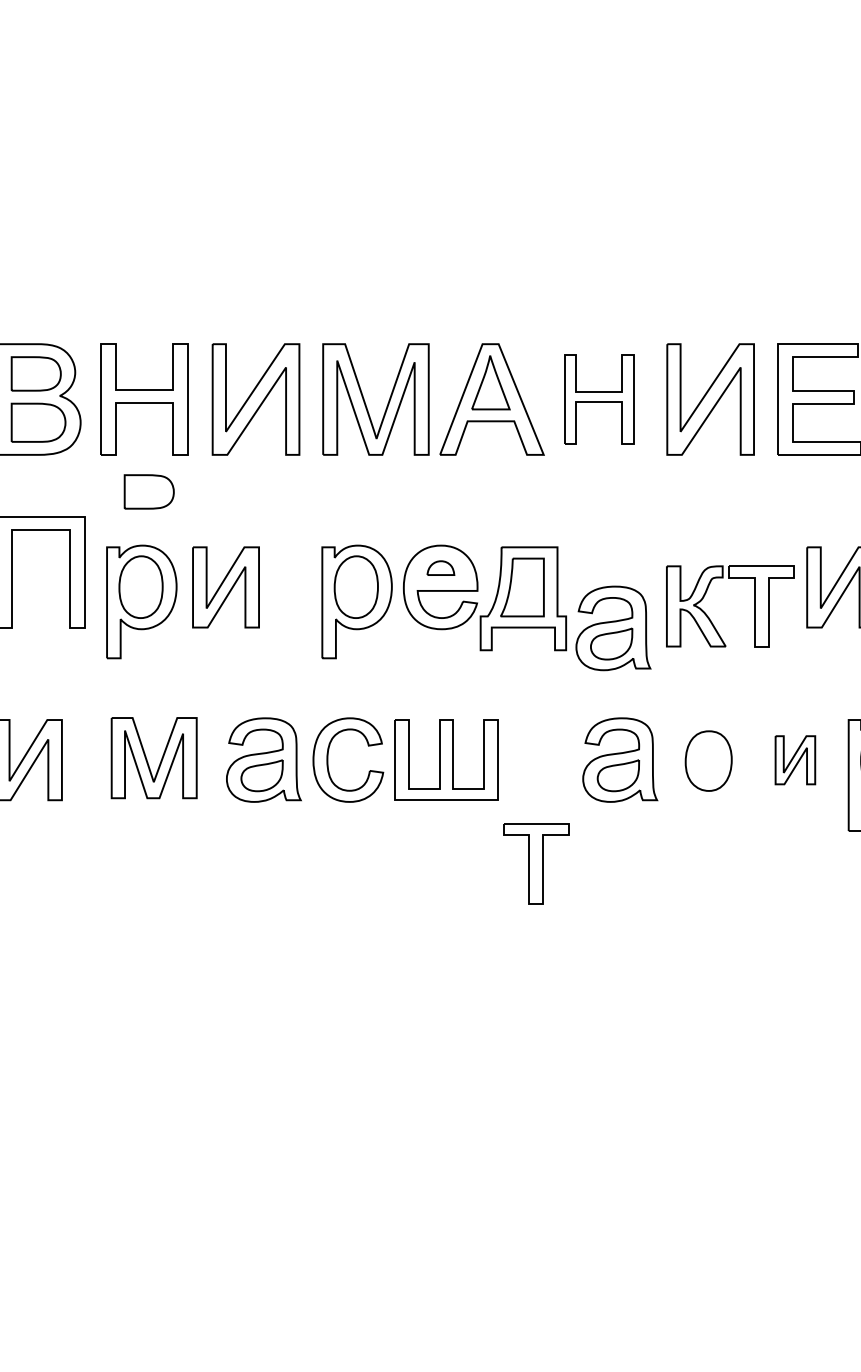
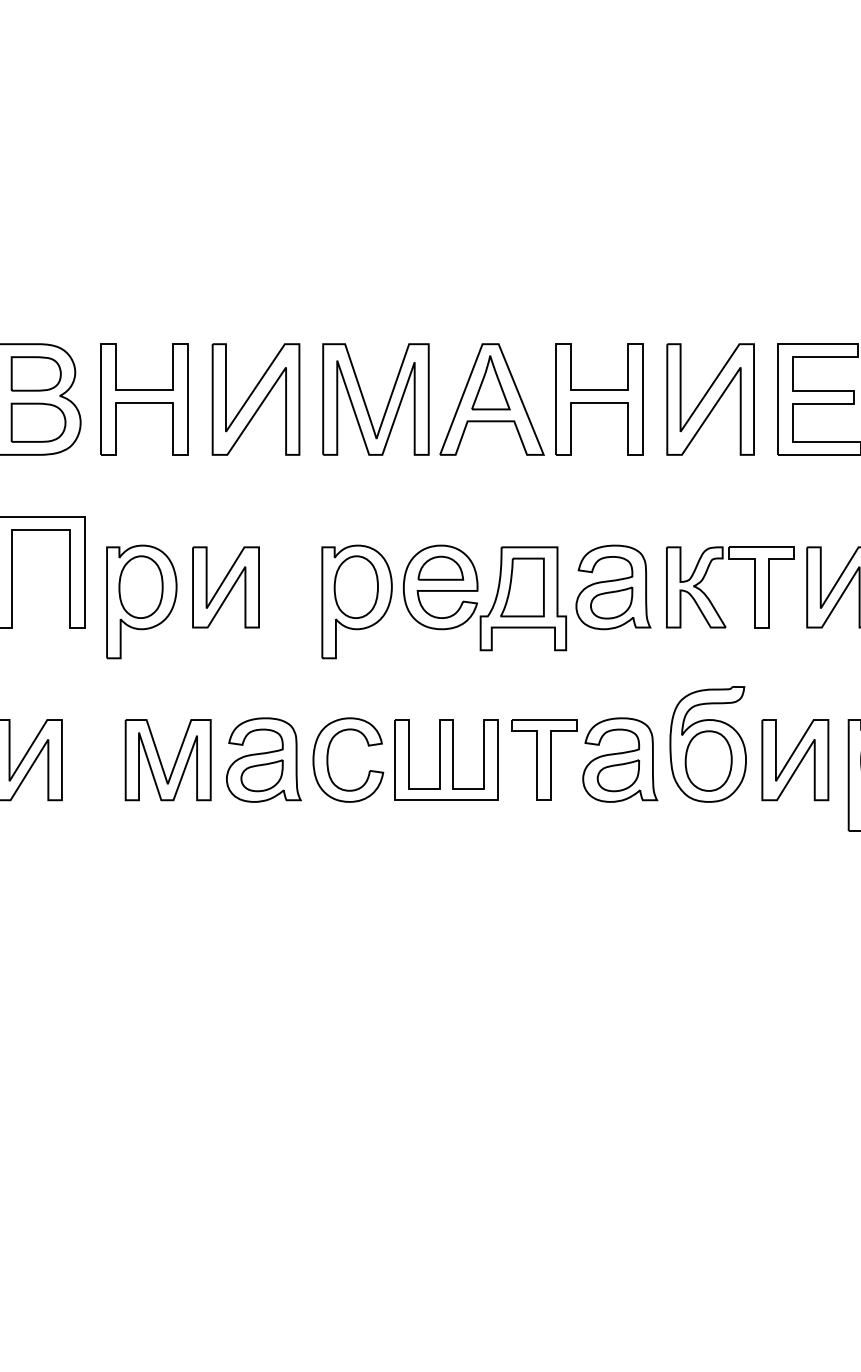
part at (599, 399) size: 71x91 px -> 89x113 px
part at (148, 491): present -> none
part at (440, 567) size: 30x16 px -> 48x26 px
part at (711, 620) position: (711, 620) -> (711, 601)
part at (613, 628) position: (613, 628) -> (613, 587)
part at (707, 744): none -> present
part at (147, 759) position: (147, 759) -> (161, 761)
part at (795, 760) size: 43x51 px -> 69x83 px
part at (536, 863) position: (536, 863) -> (544, 759)
